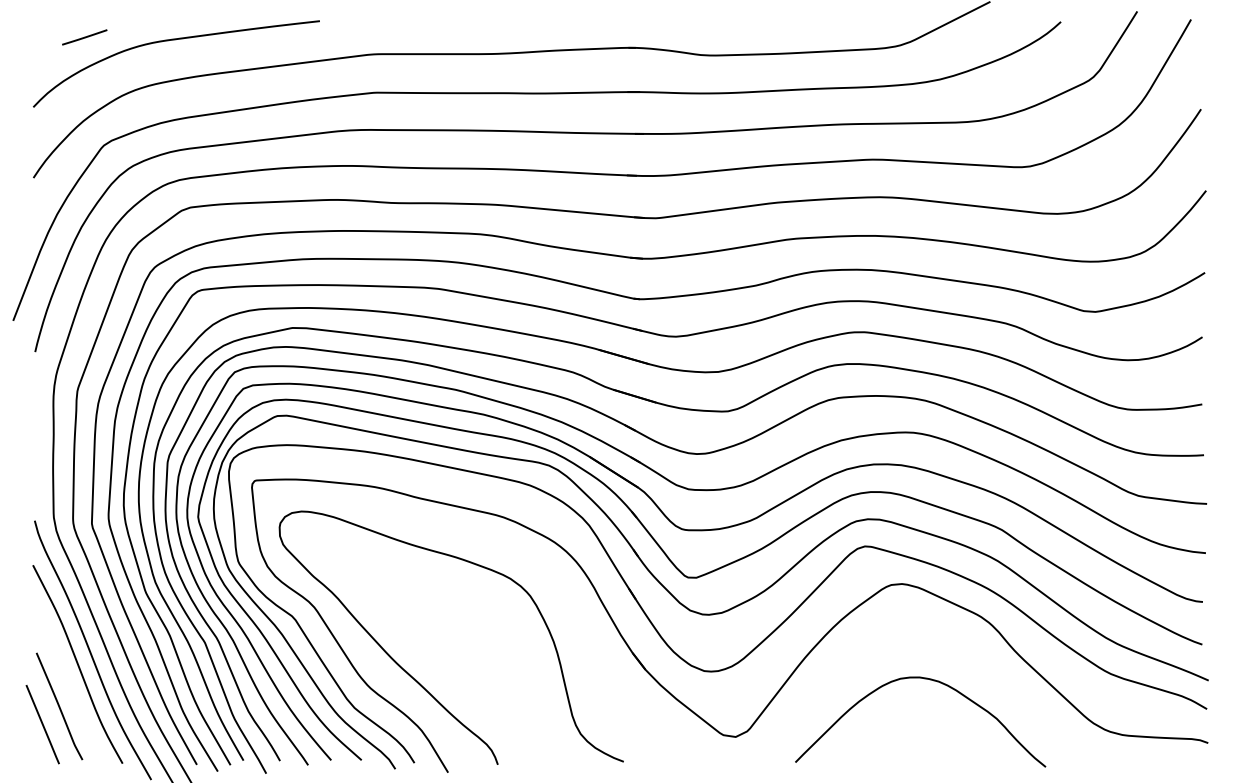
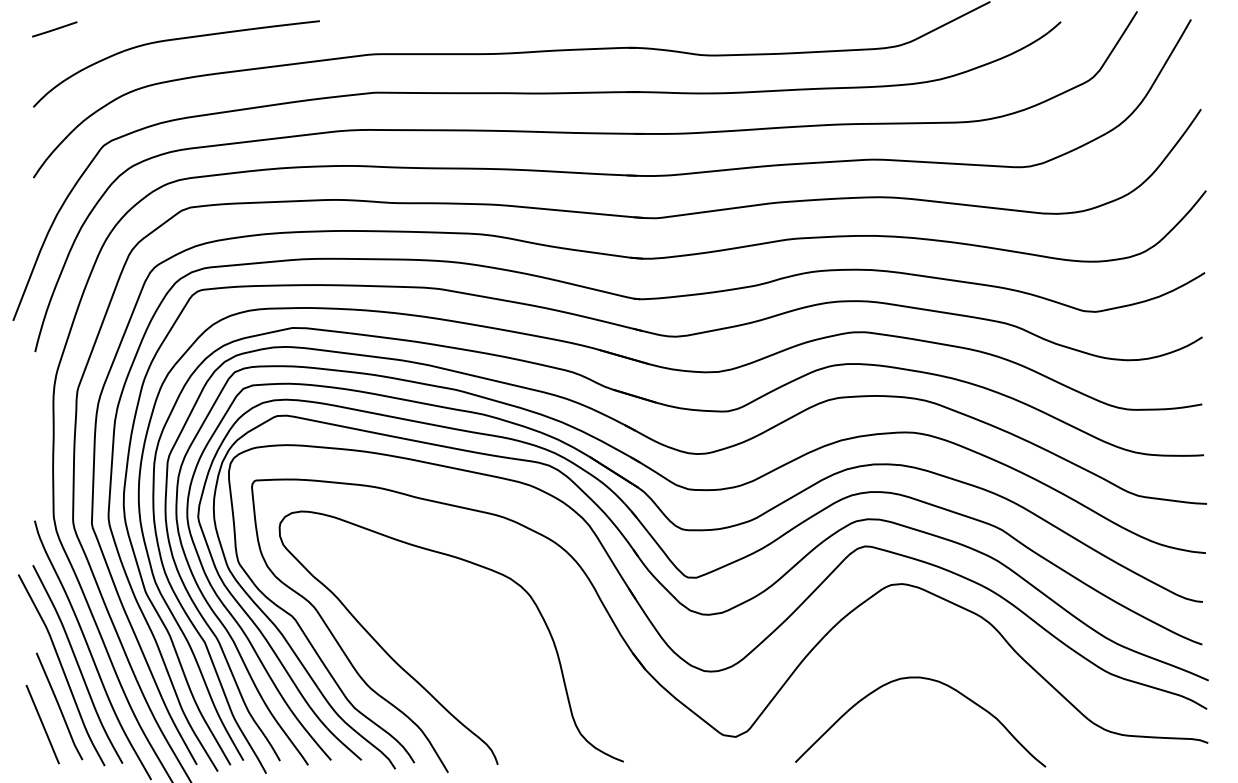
line at (84, 37) position: (84, 37) -> (54, 29)
curve at (62, 670): none -> present
